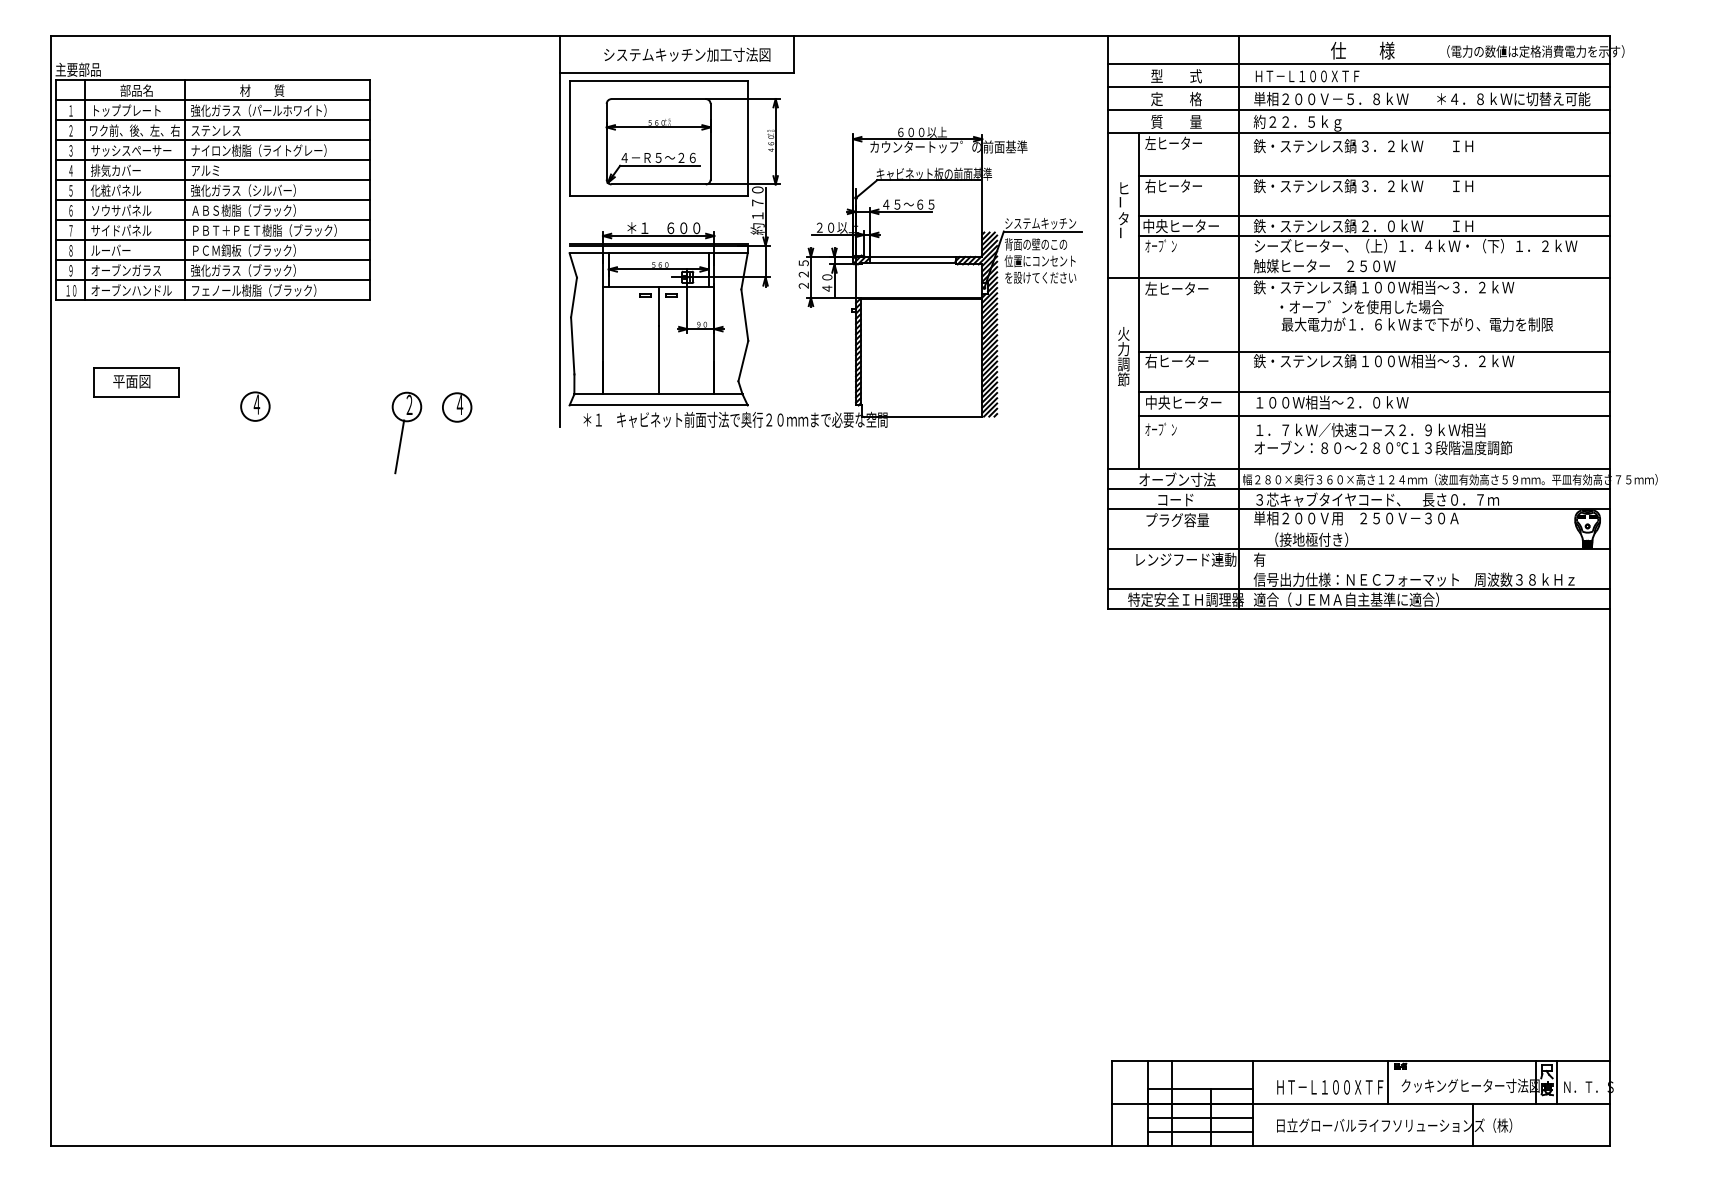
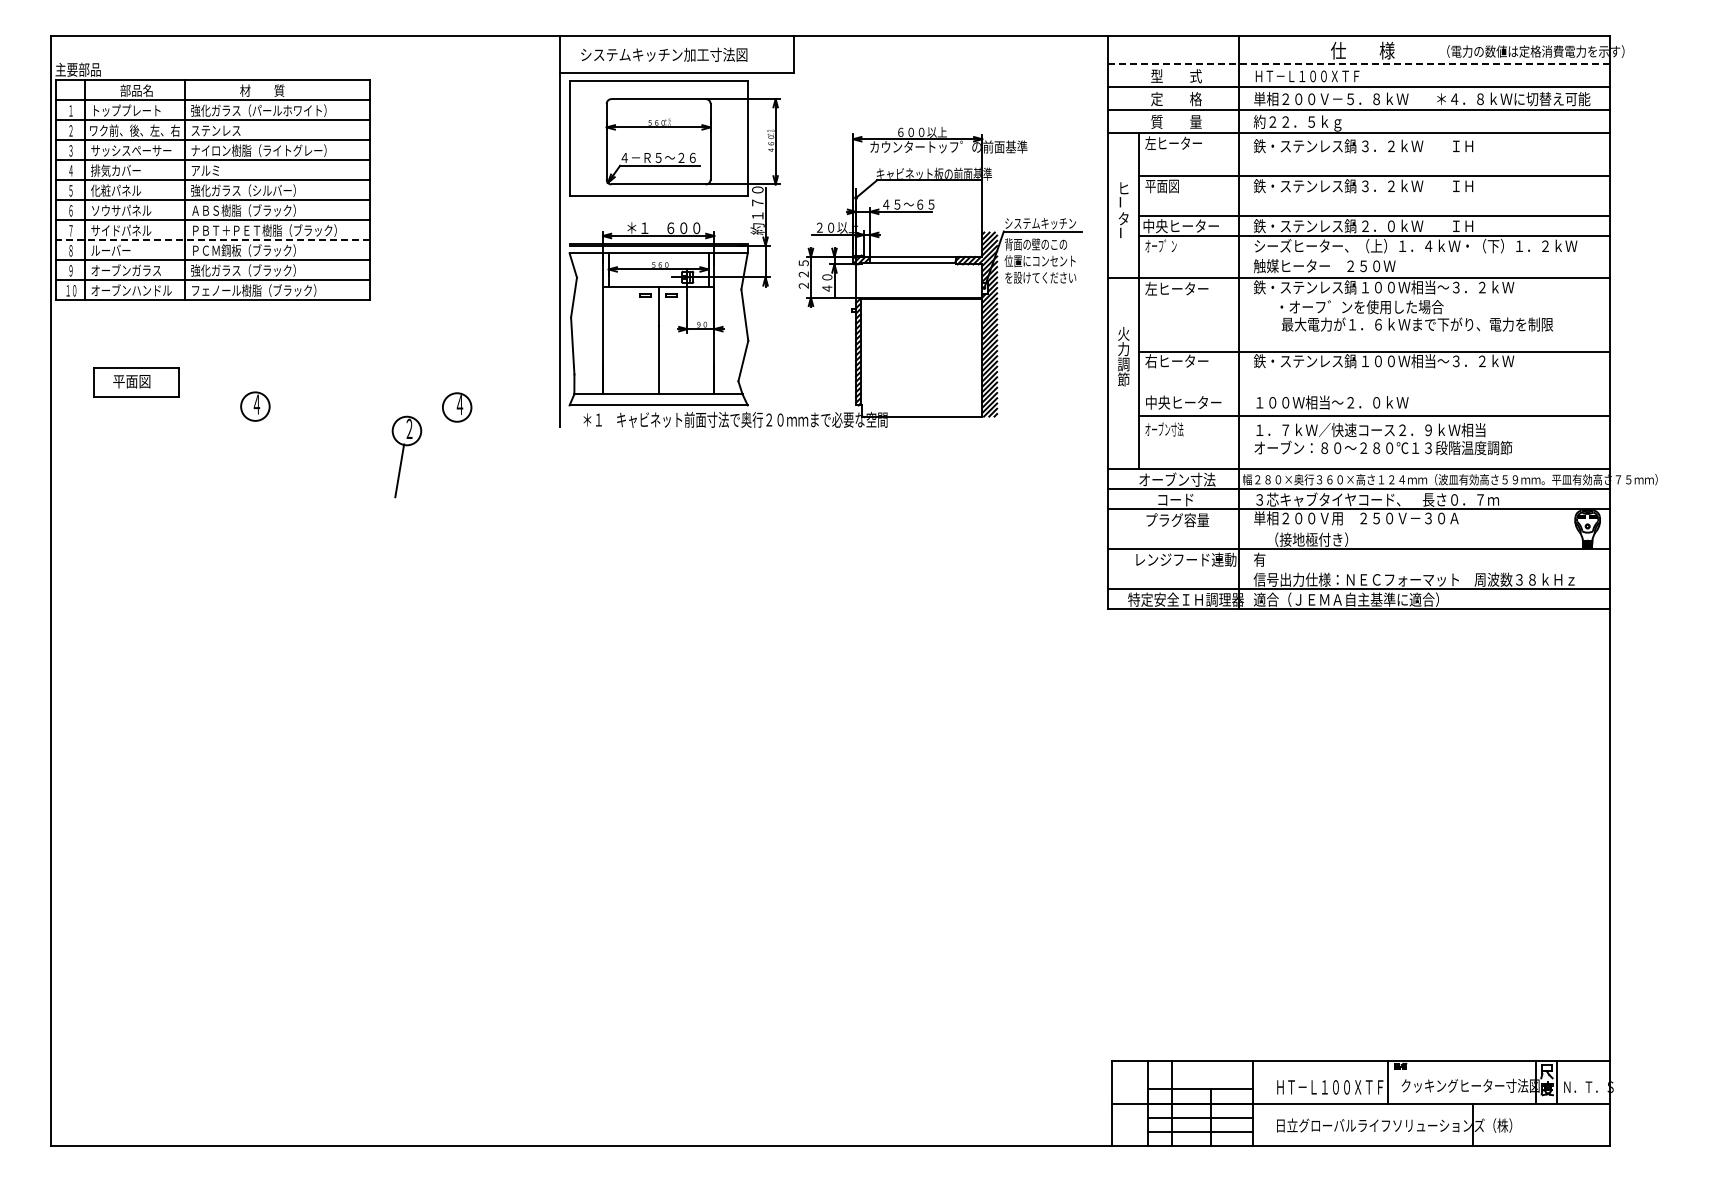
text at (687, 54) position: (687, 54) -> (664, 54)
line at (1358, 64): solid -> dashed
text at (1173, 186): 右ヒーター -> 平面図
line at (212, 240): solid -> dashed
line at (1374, 391): present -> none
text at (1170, 429): オーフ゛ン -> オーブン寸法
part at (406, 432) position: (406, 432) -> (406, 456)
